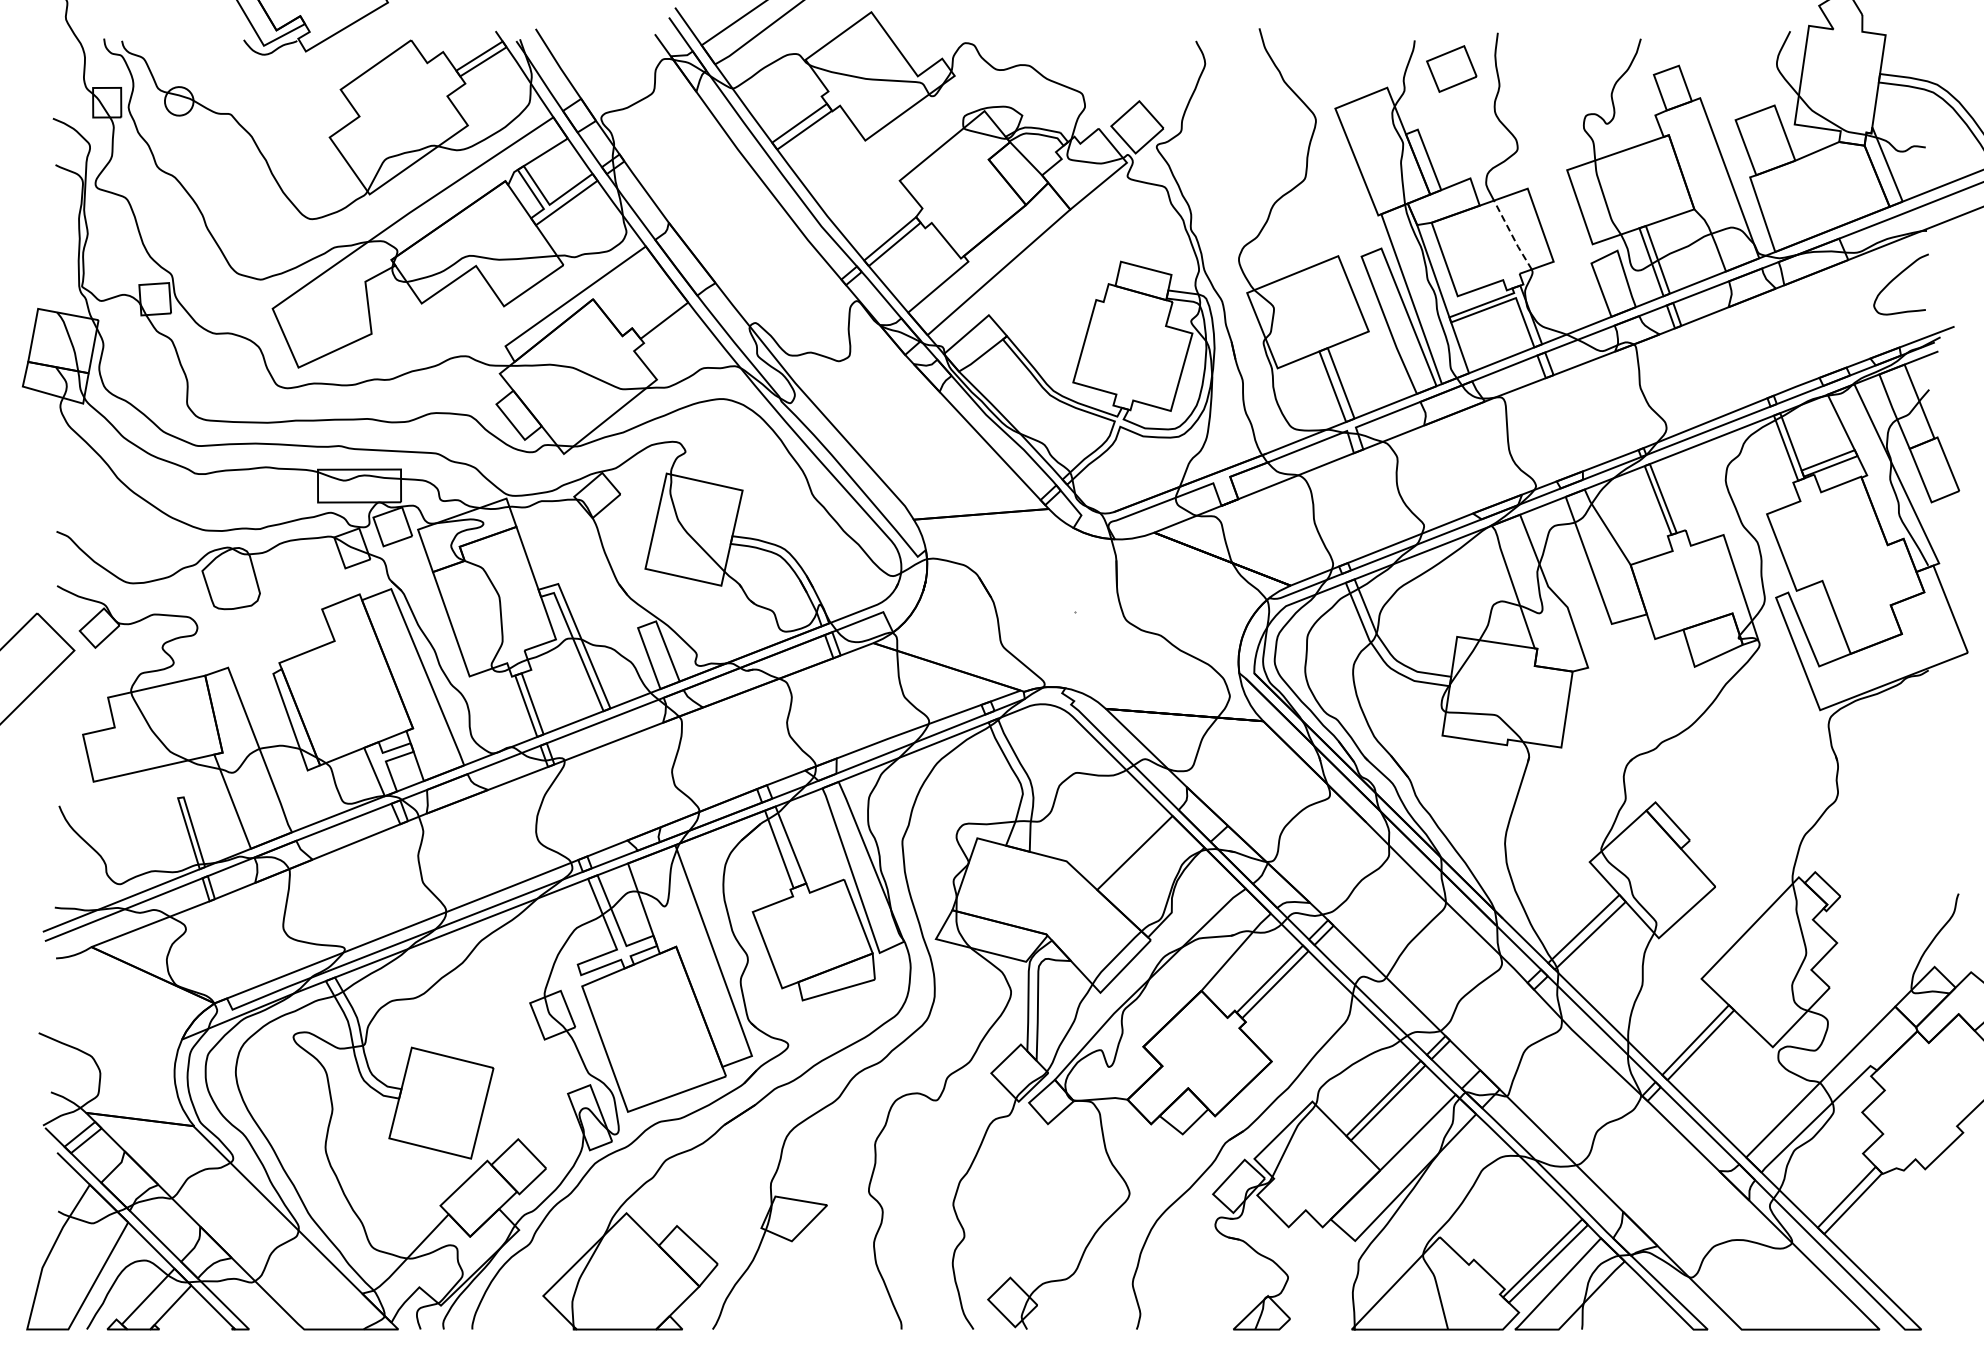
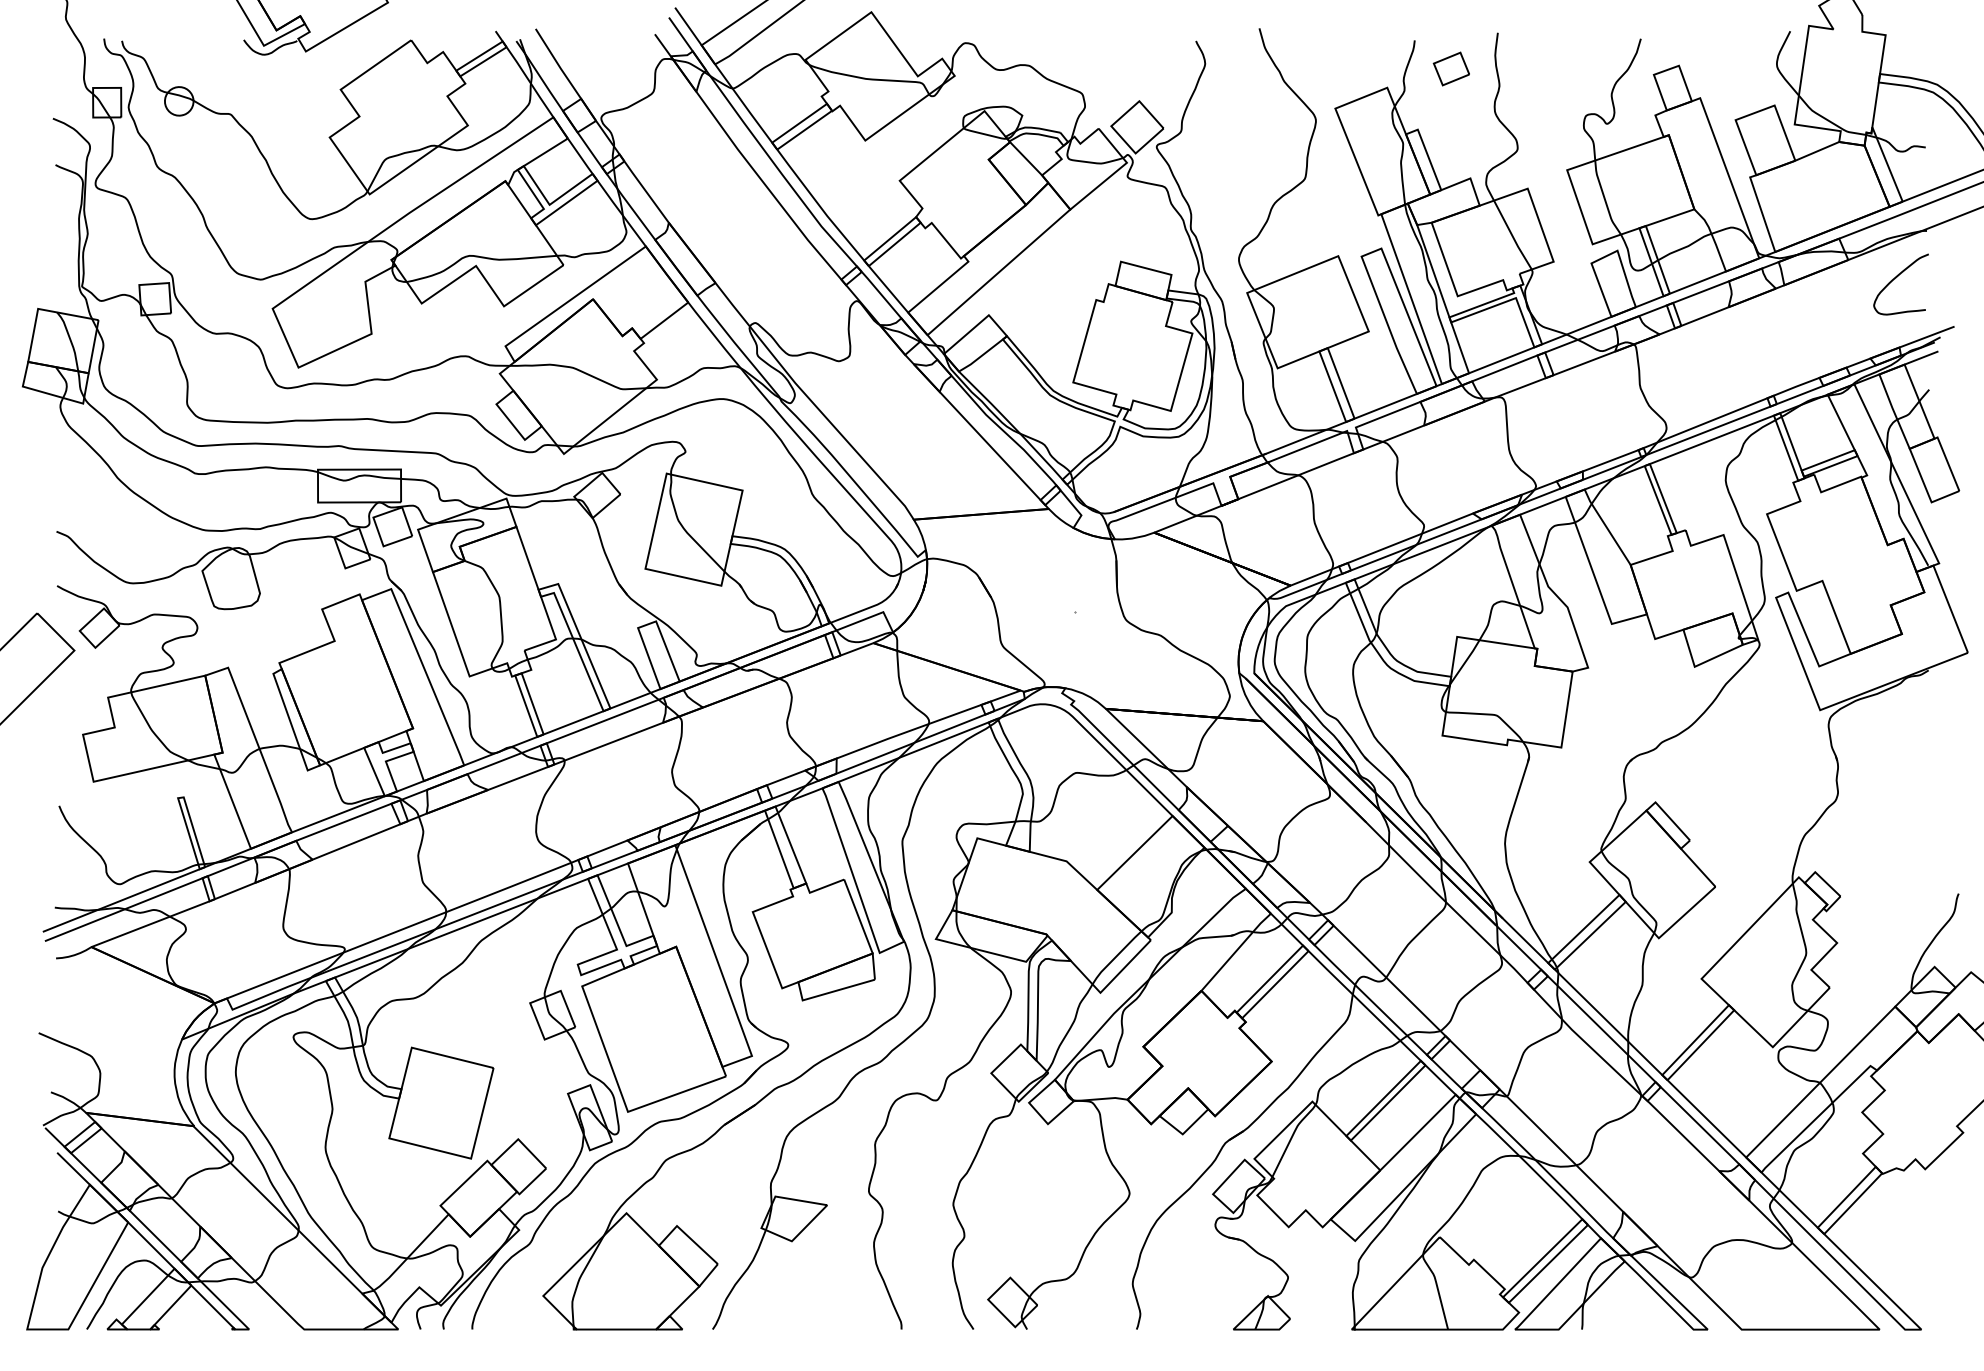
part at (1451, 68) size: 52x48 px -> 38x36 px
line at (1512, 235): dashed -> solid
